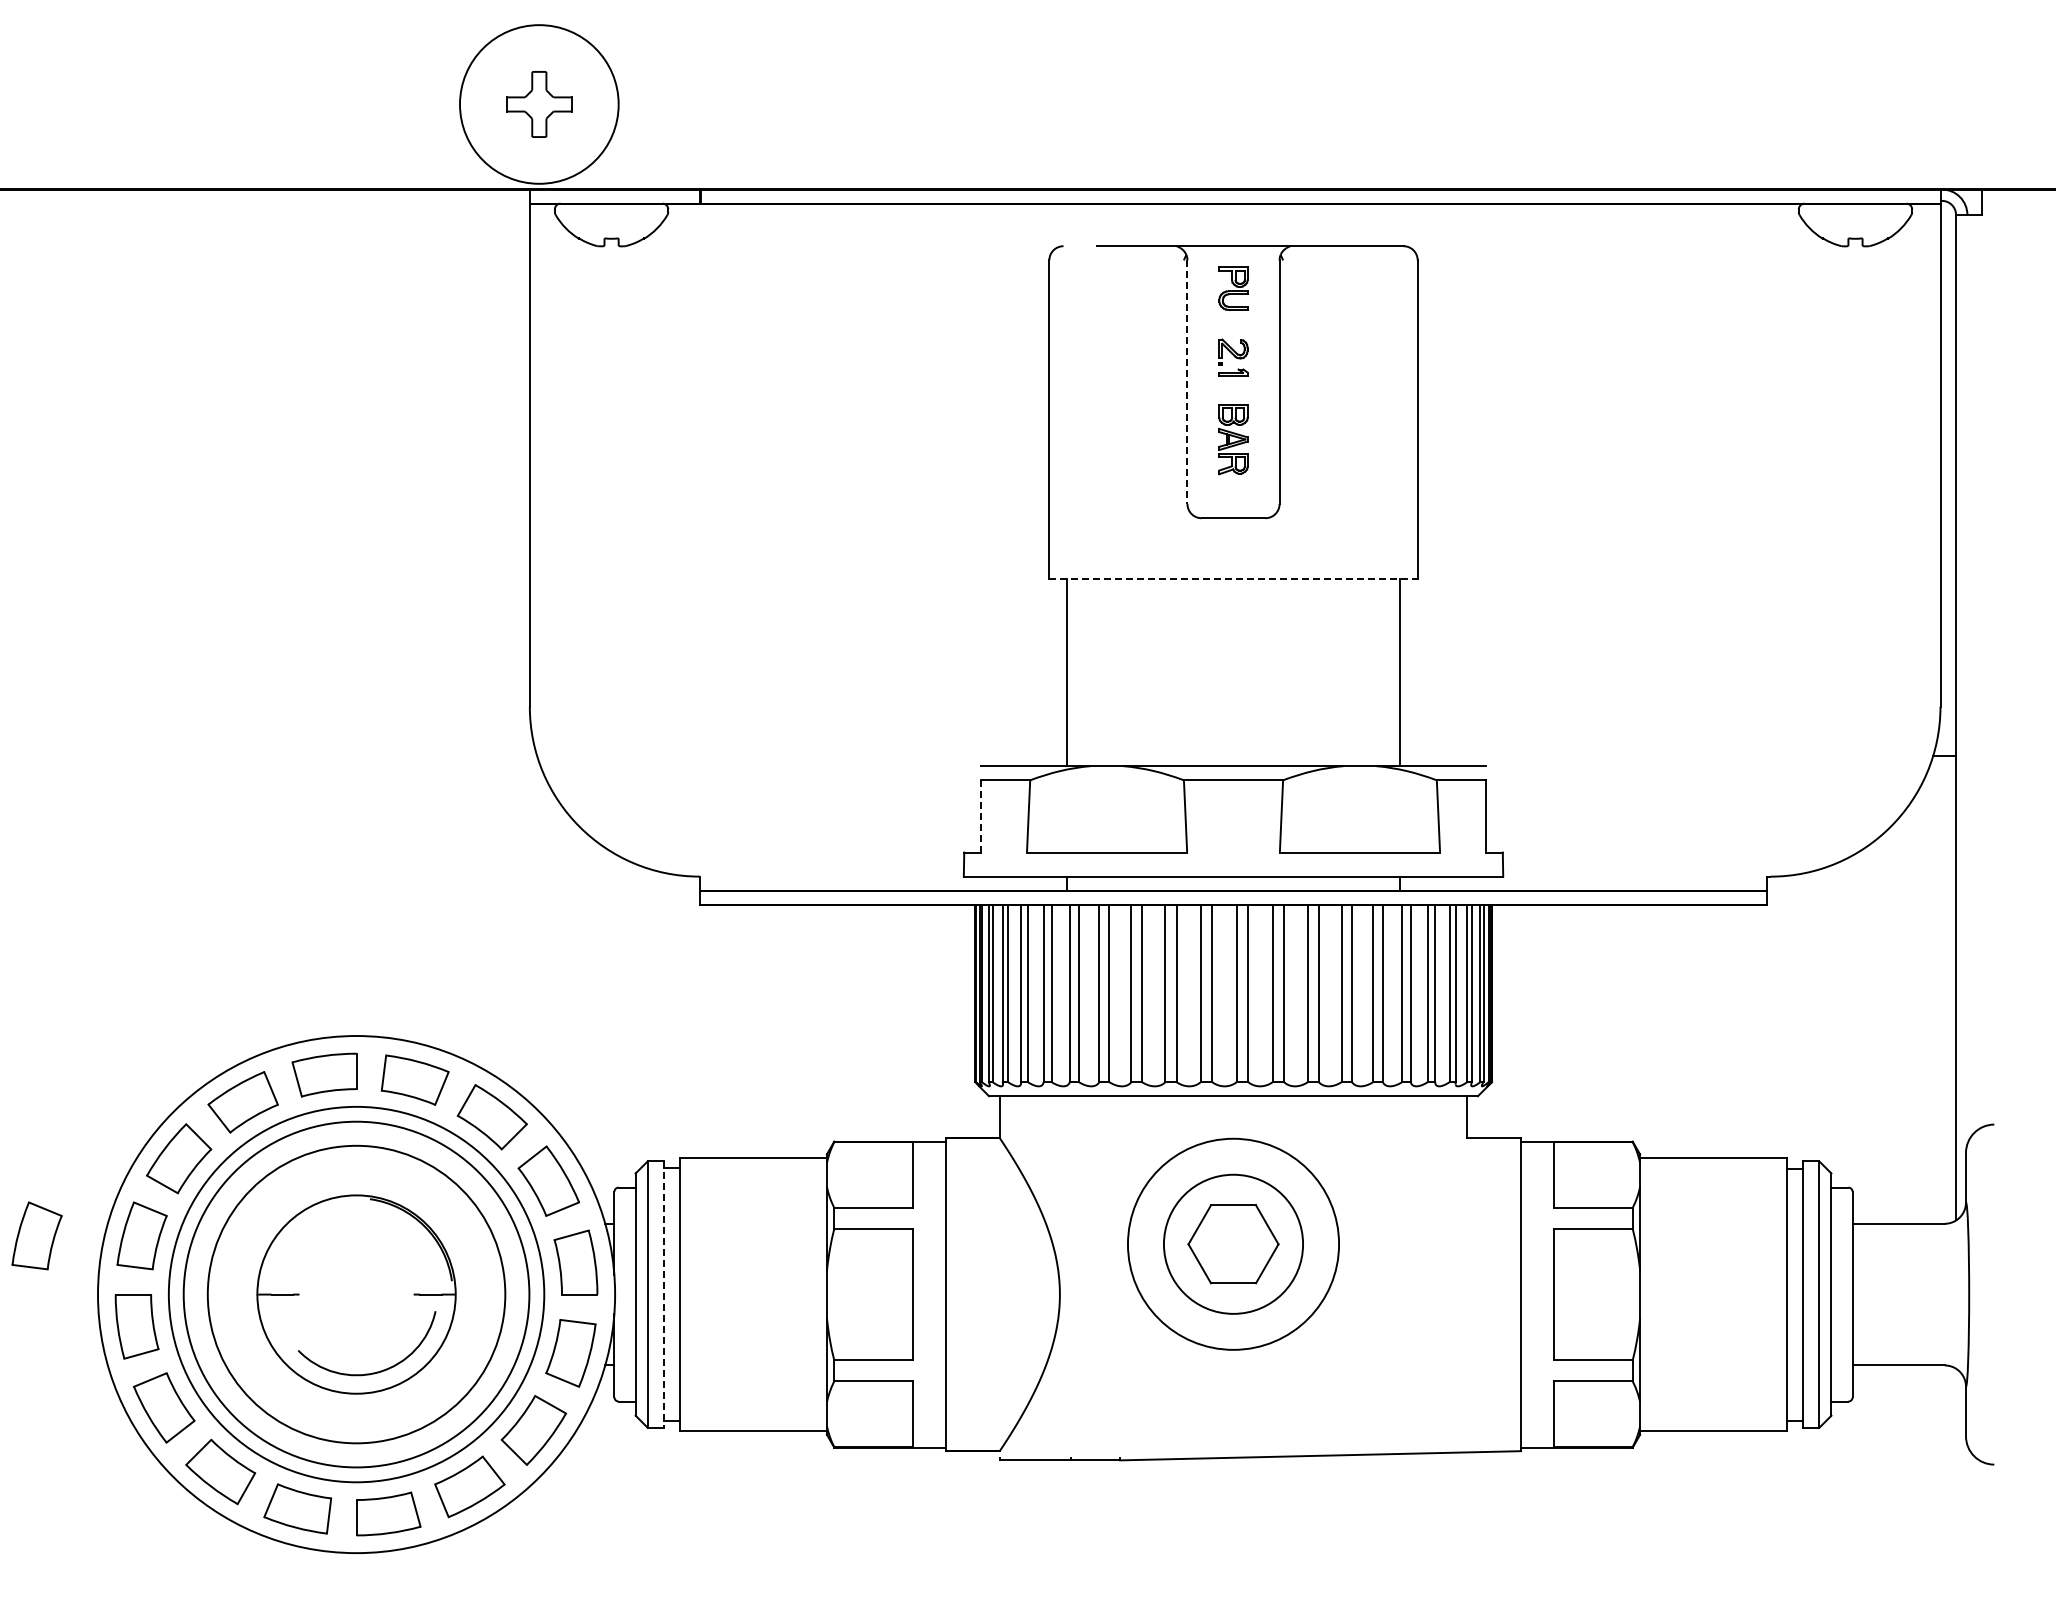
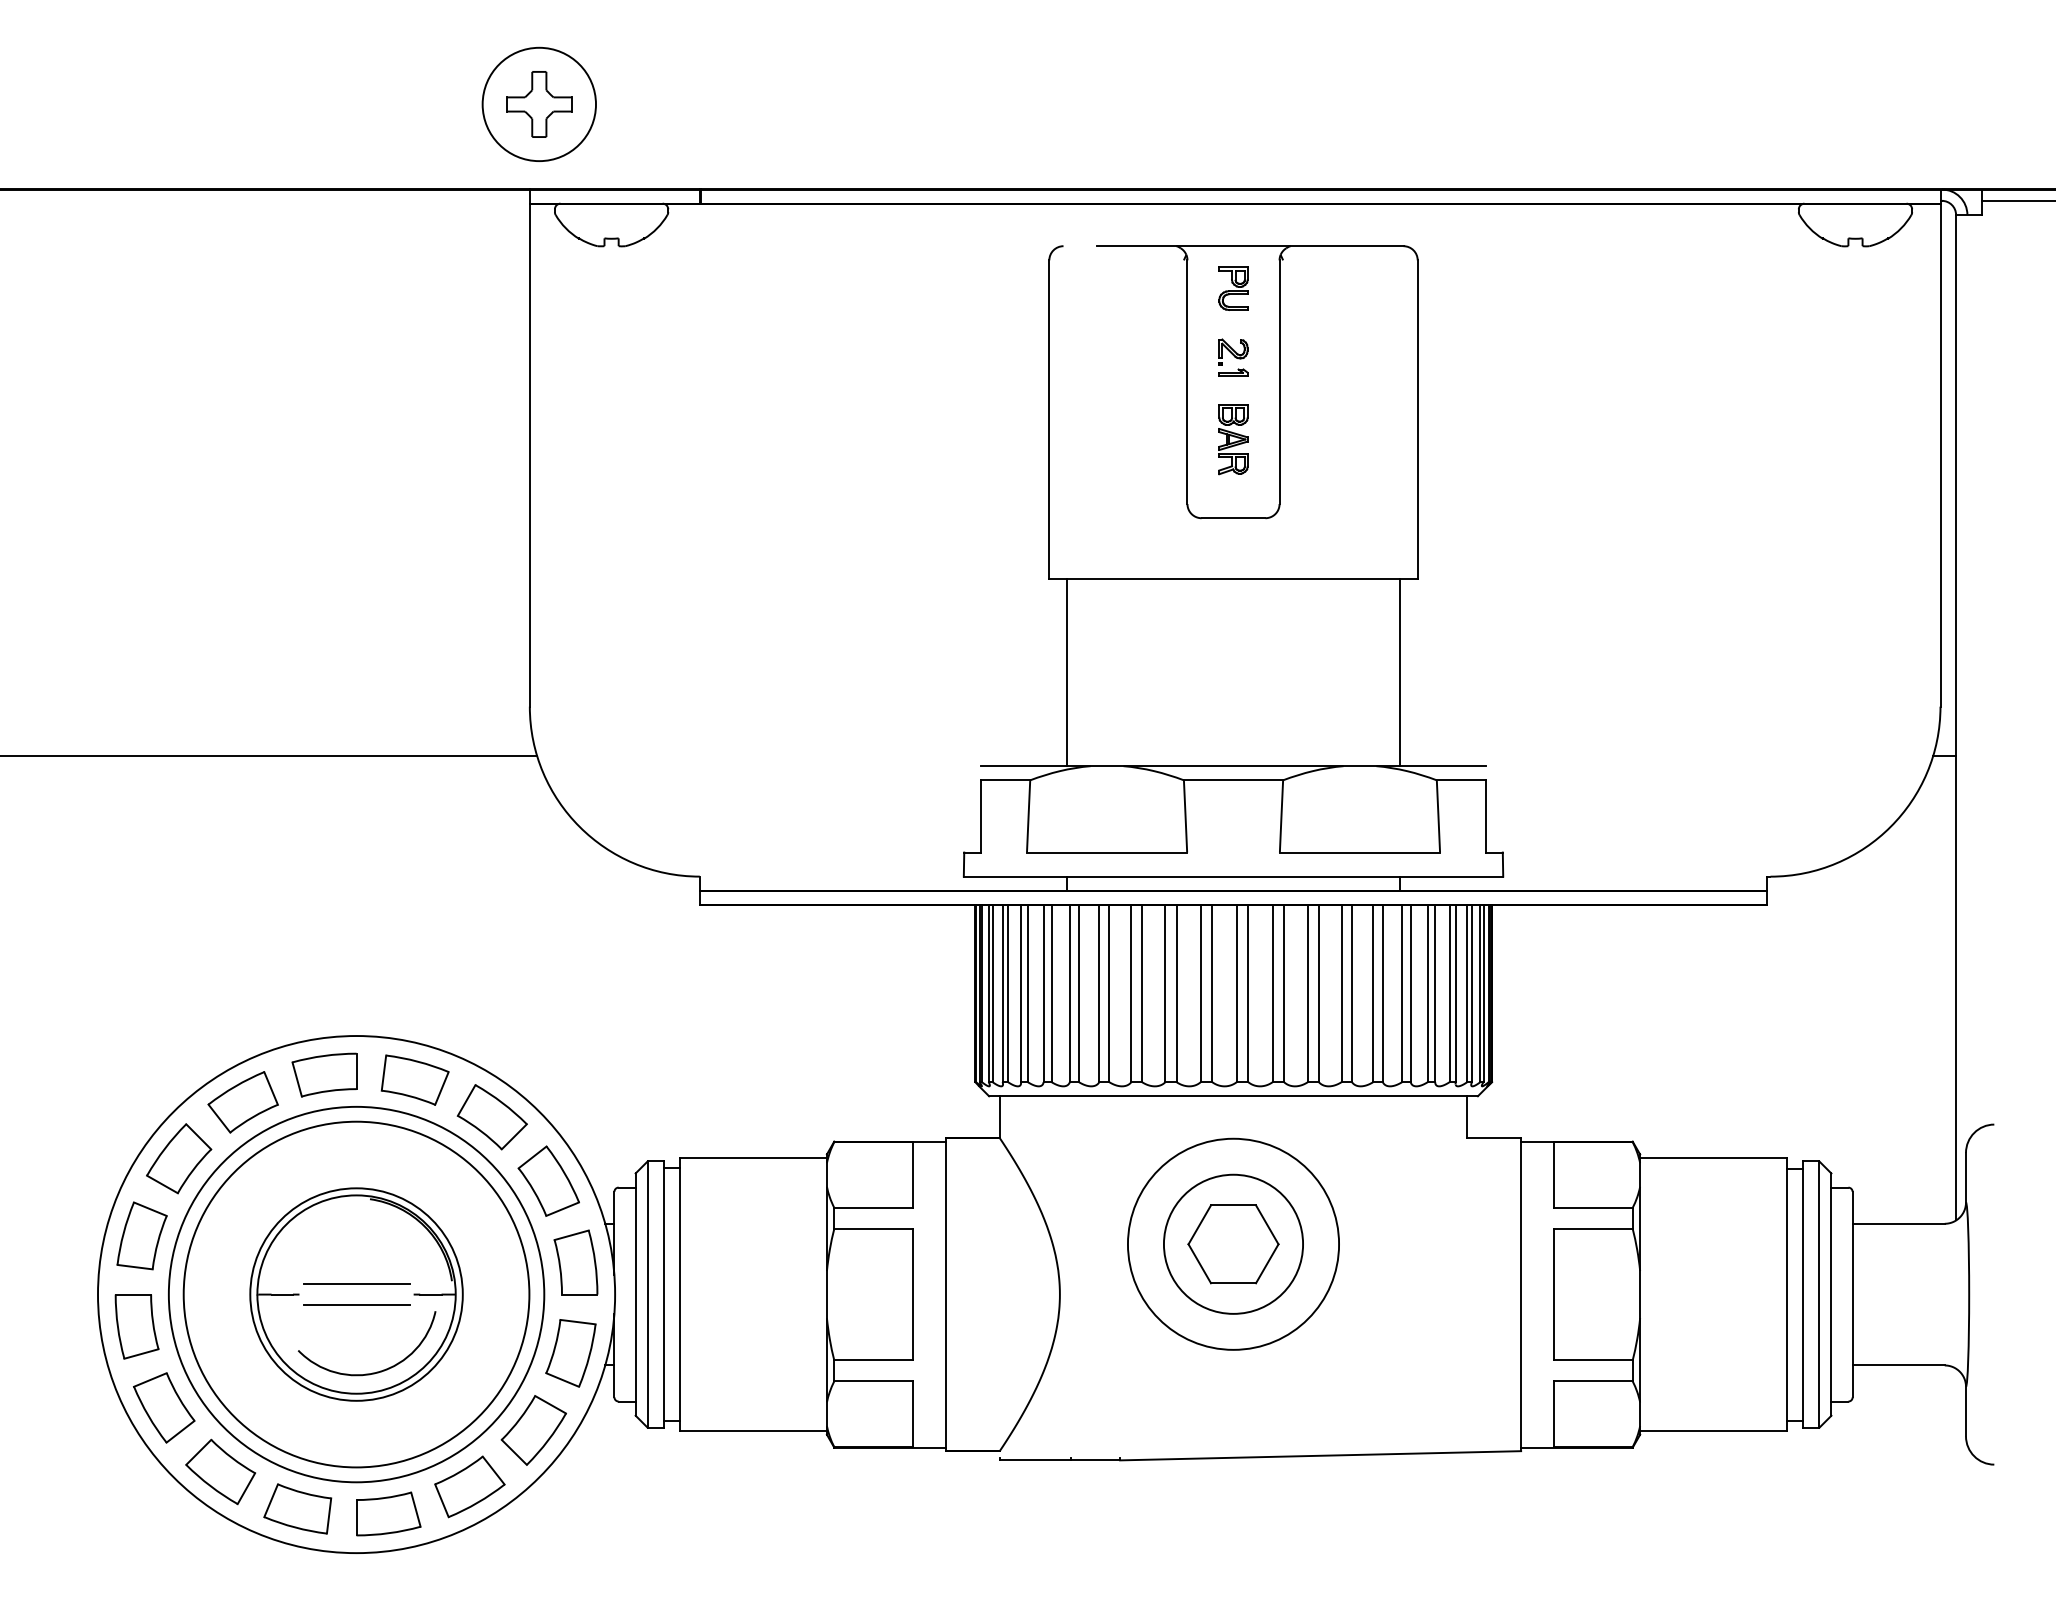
circle at (538, 104) diameter: 159 px -> 113 px
line at (2016, 200): none -> present
line at (1187, 382): dashed -> solid
line at (1234, 579): dashed -> solid
line at (269, 756): none -> present
line at (980, 816): dashed -> solid
part at (36, 1235): present -> none
line at (356, 1283): none -> present
circle at (356, 1294) diameter: 298 px -> 213 px
line at (664, 1295): dashed -> solid
line at (356, 1305): none -> present
